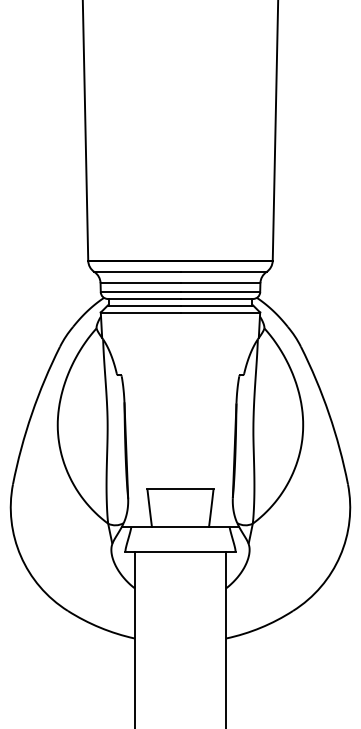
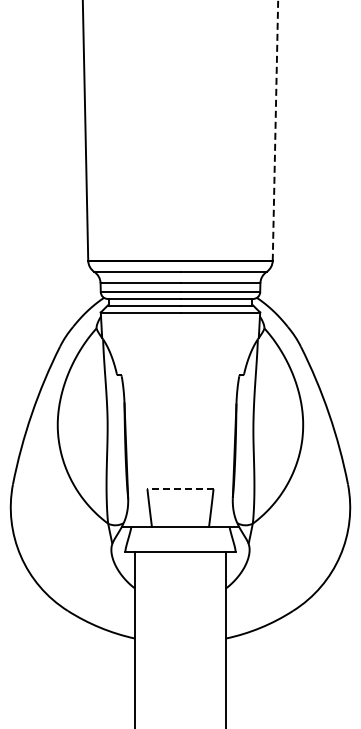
line at (275, 129): solid -> dashed
line at (180, 489): solid -> dashed
